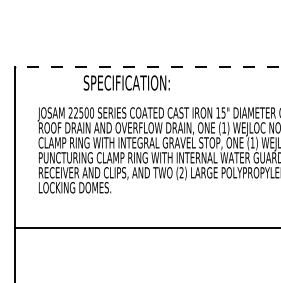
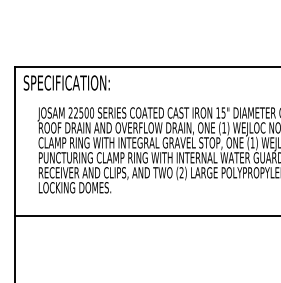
line at (147, 66): dashed -> solid
text at (126, 82) position: (126, 82) -> (66, 82)
line at (146, 228) position: (146, 228) -> (146, 216)
